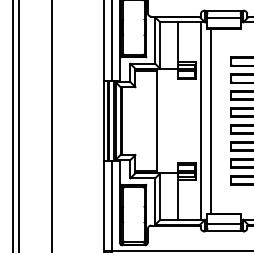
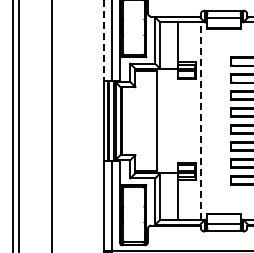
line at (104, 40): solid -> dashed
line at (210, 120): present -> none
line at (200, 121): solid -> dashed
